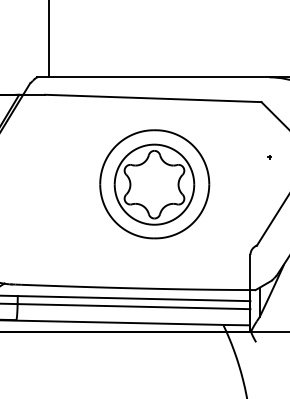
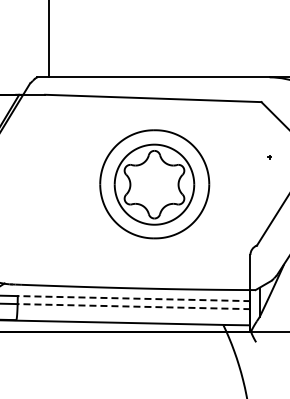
line at (133, 298): solid -> dashed
line at (133, 306): solid -> dashed
